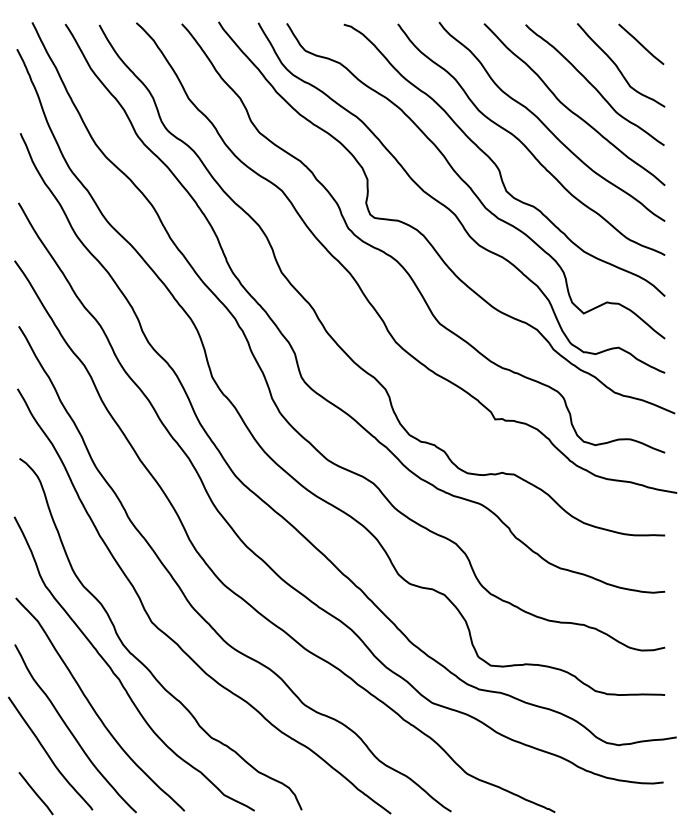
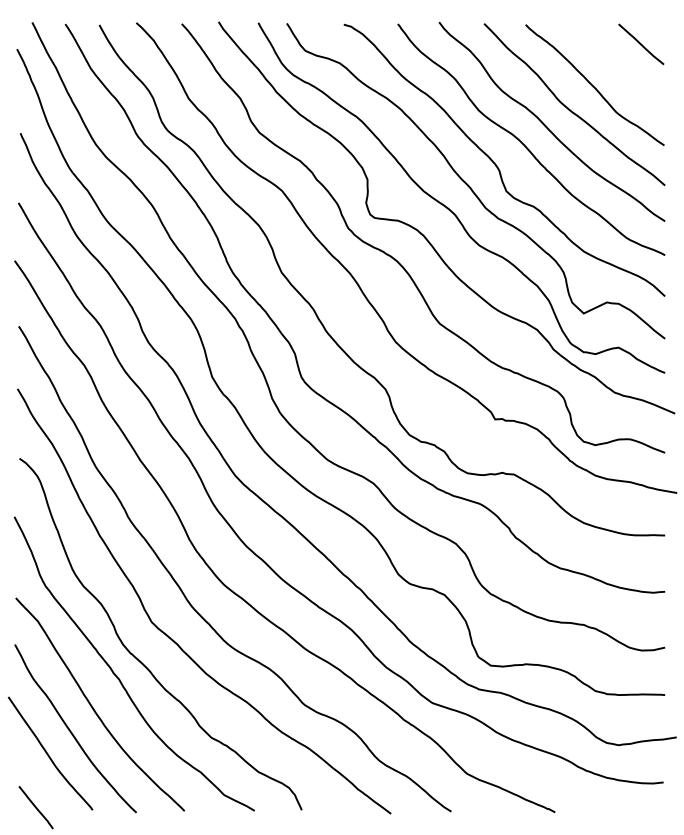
curve at (618, 67): present -> none
line at (35, 793) position: (35, 793) -> (35, 807)
